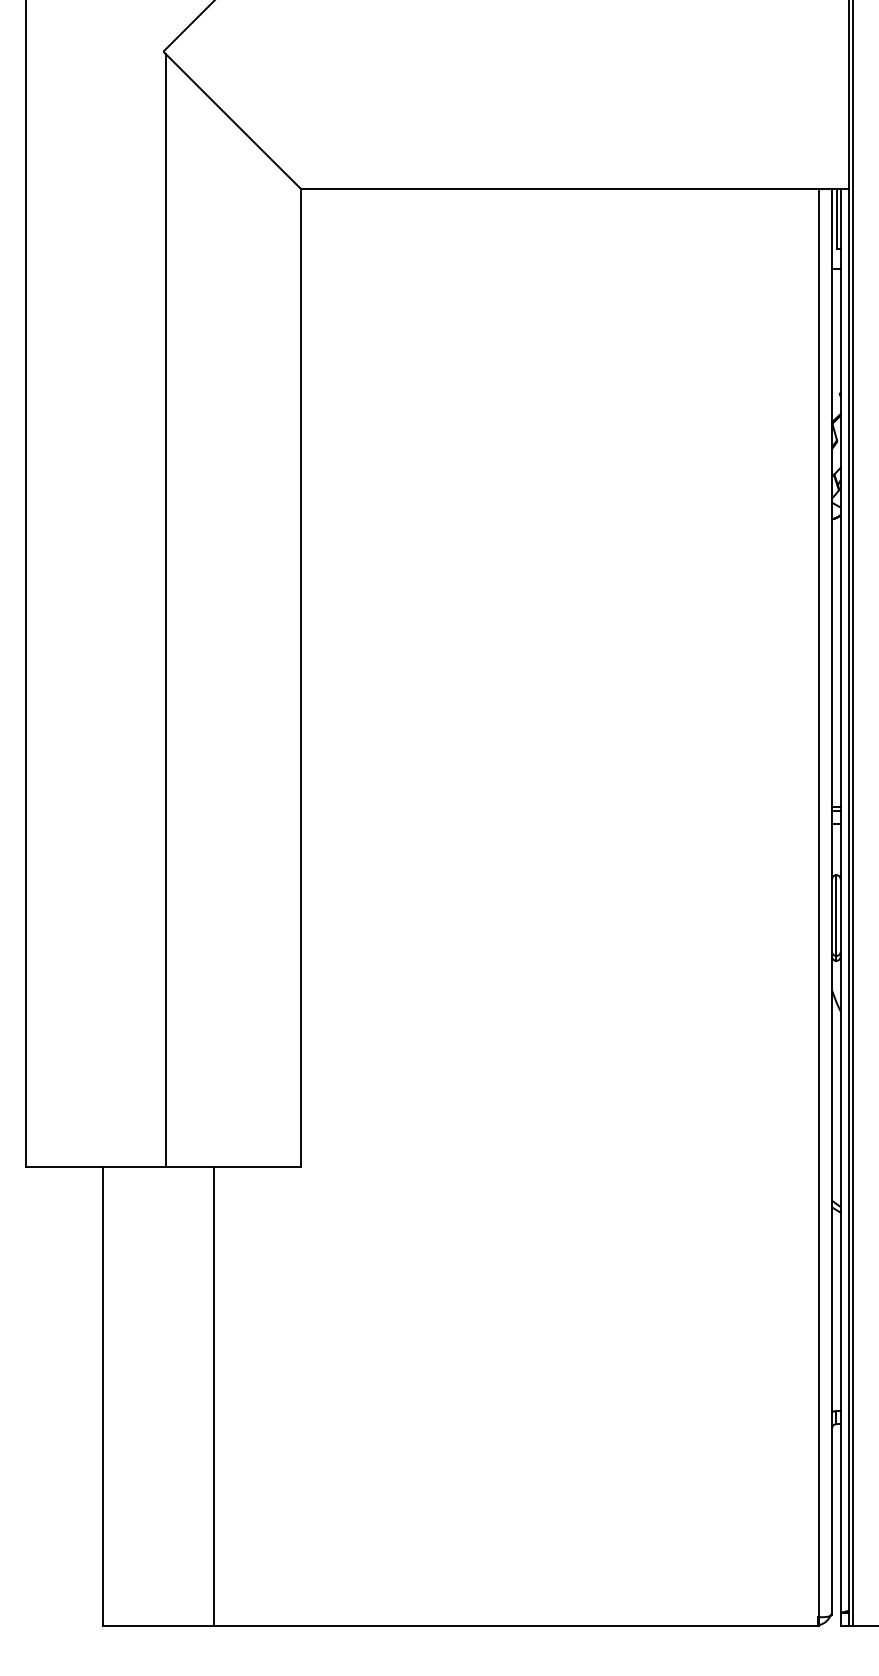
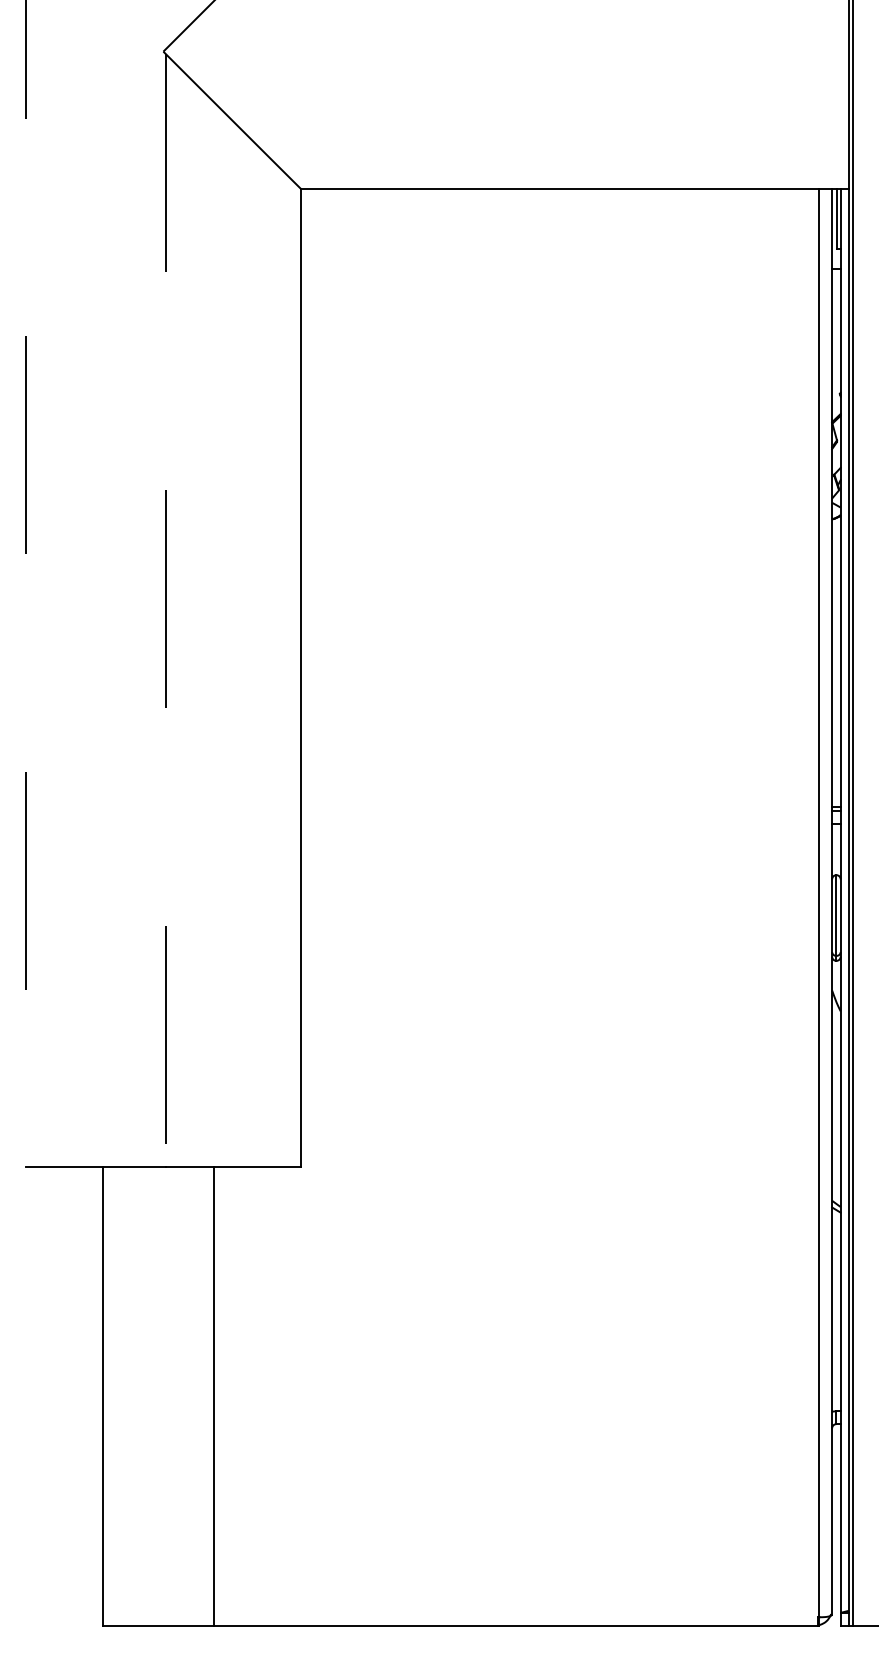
line at (26, 584): solid -> dashed
line at (166, 611): solid -> dashed
